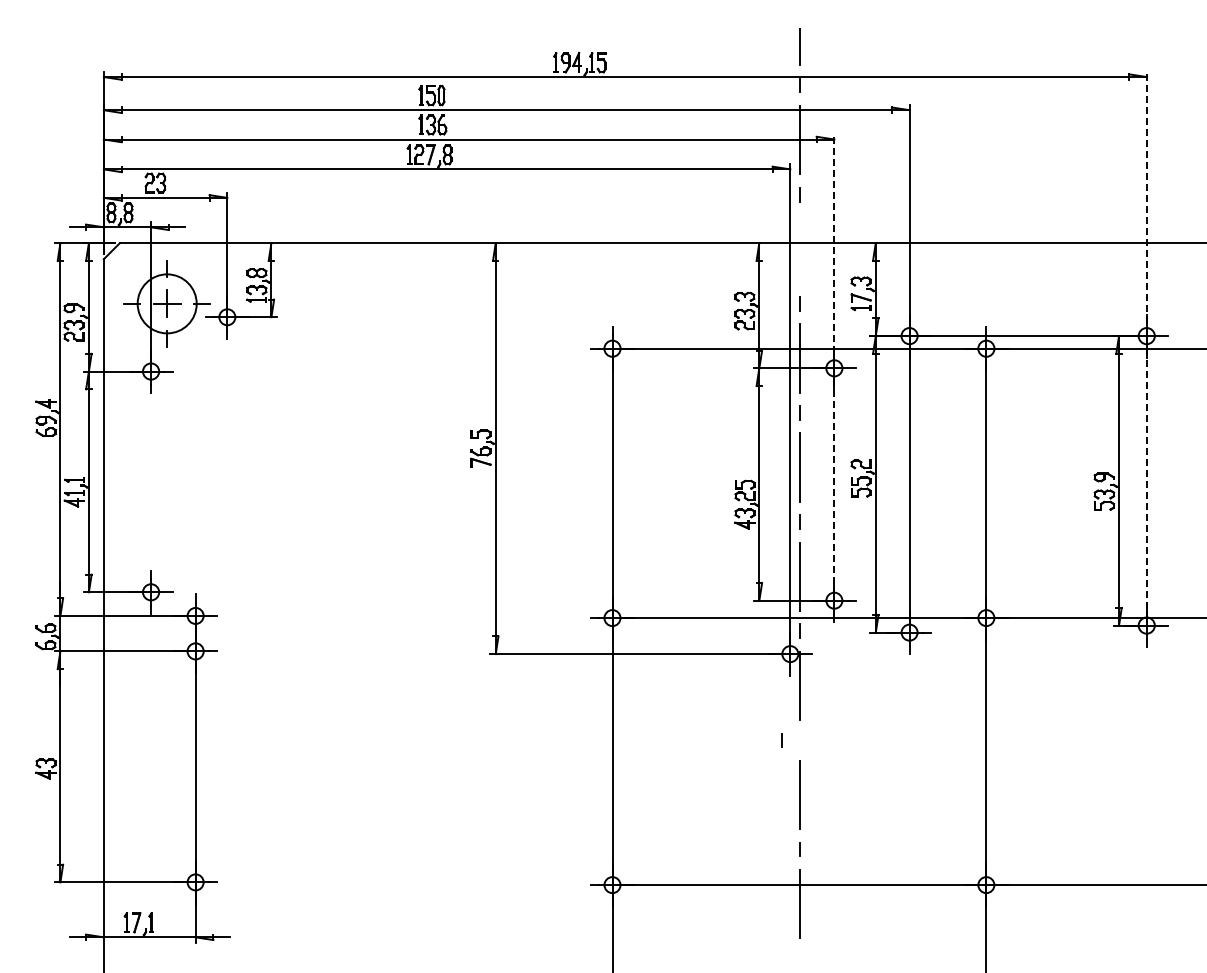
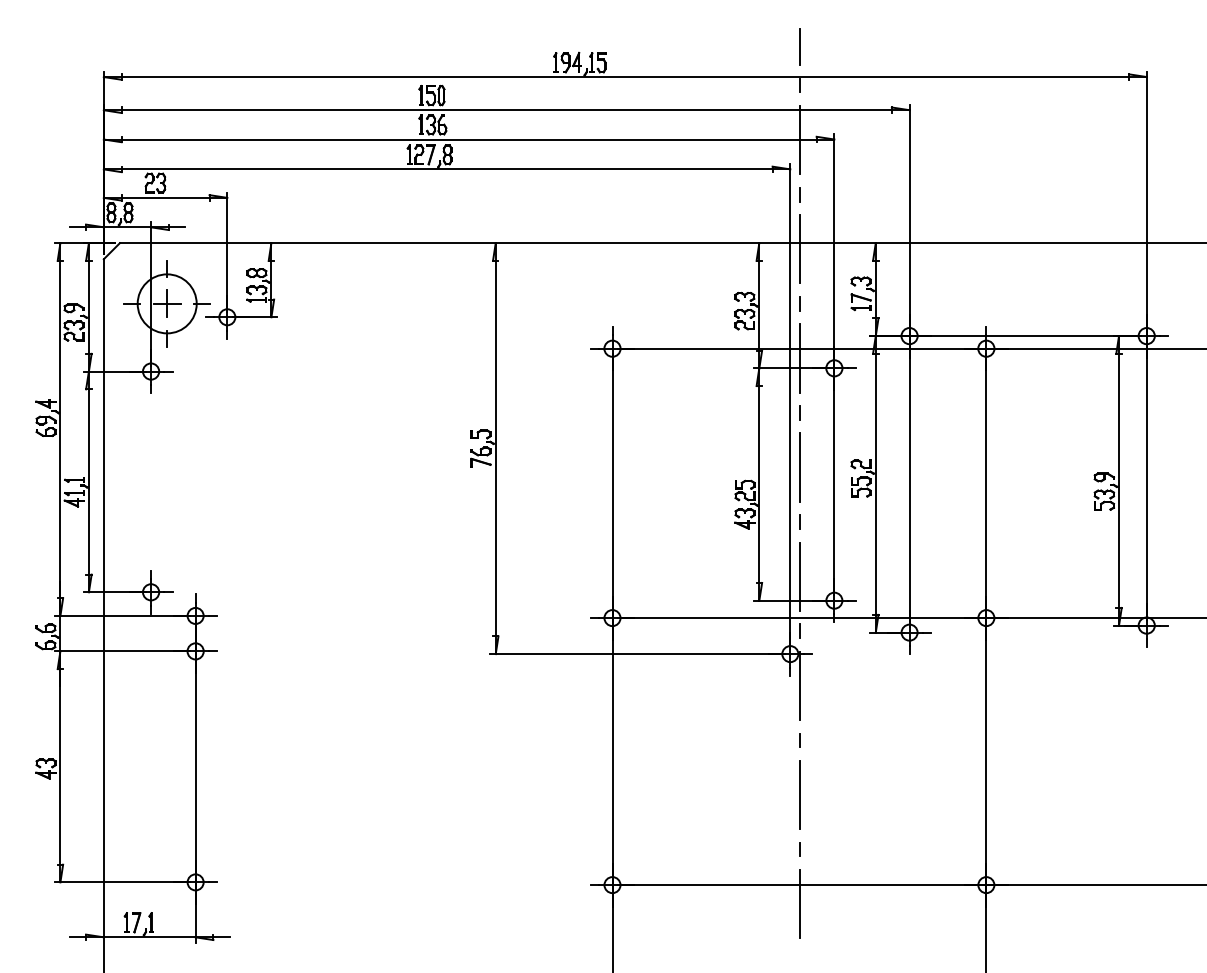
line at (799, 249): none -> present
line at (1146, 345): dashed -> solid
line at (834, 364): dashed -> solid
line at (781, 740) position: (781, 740) -> (799, 740)
